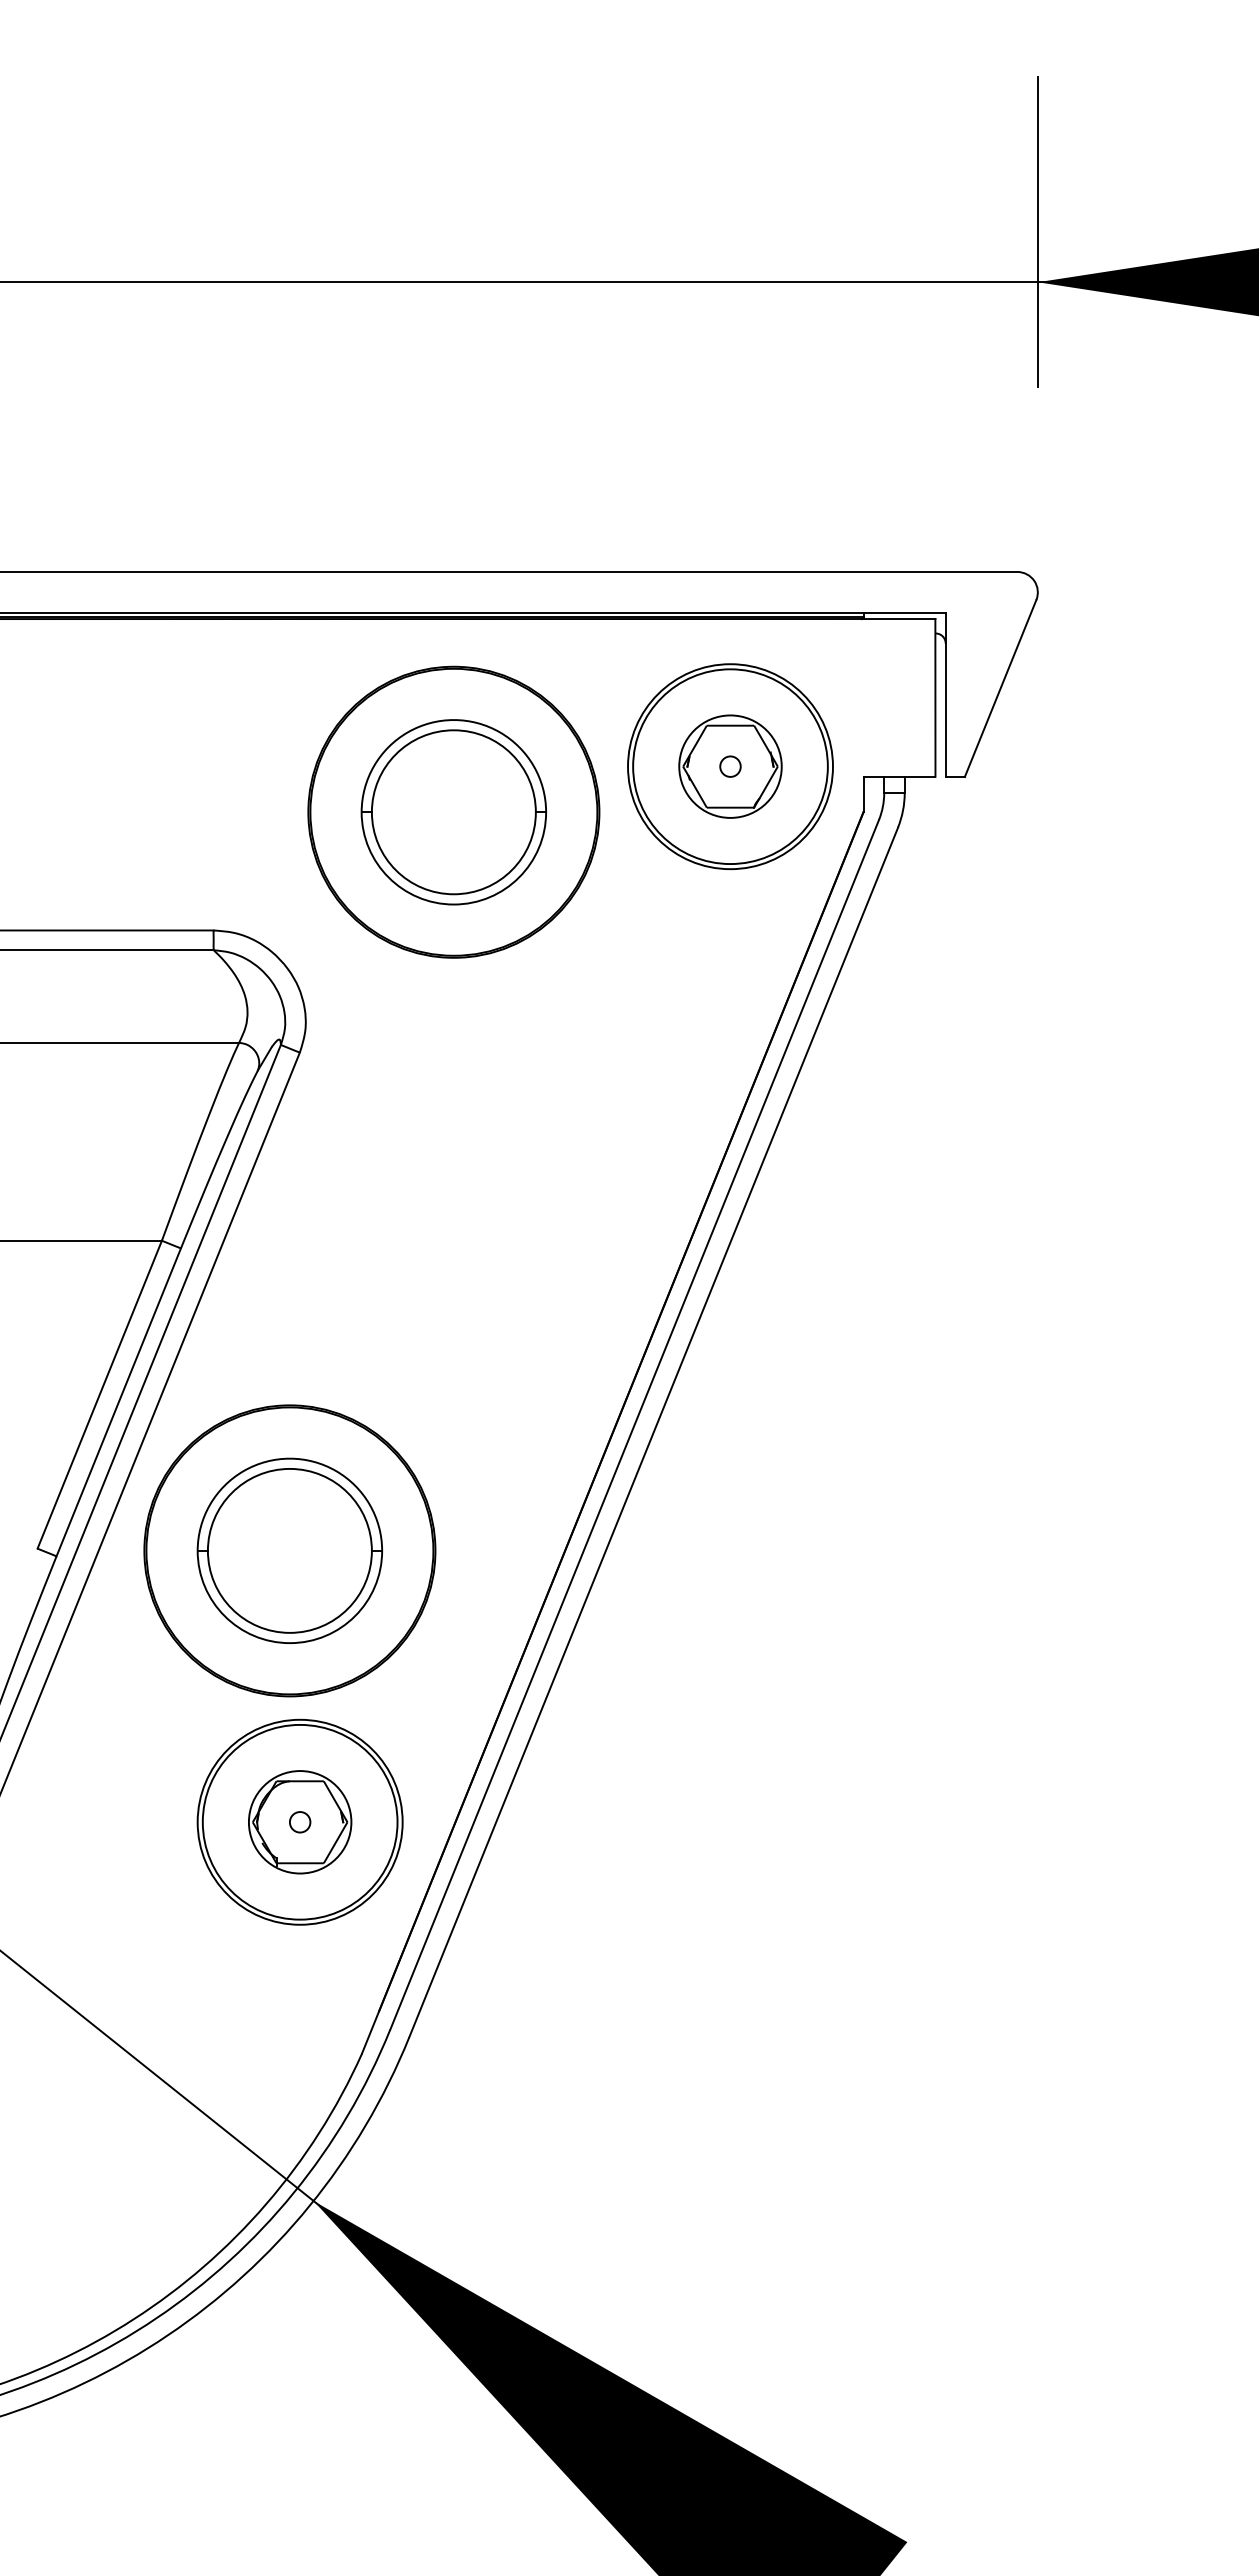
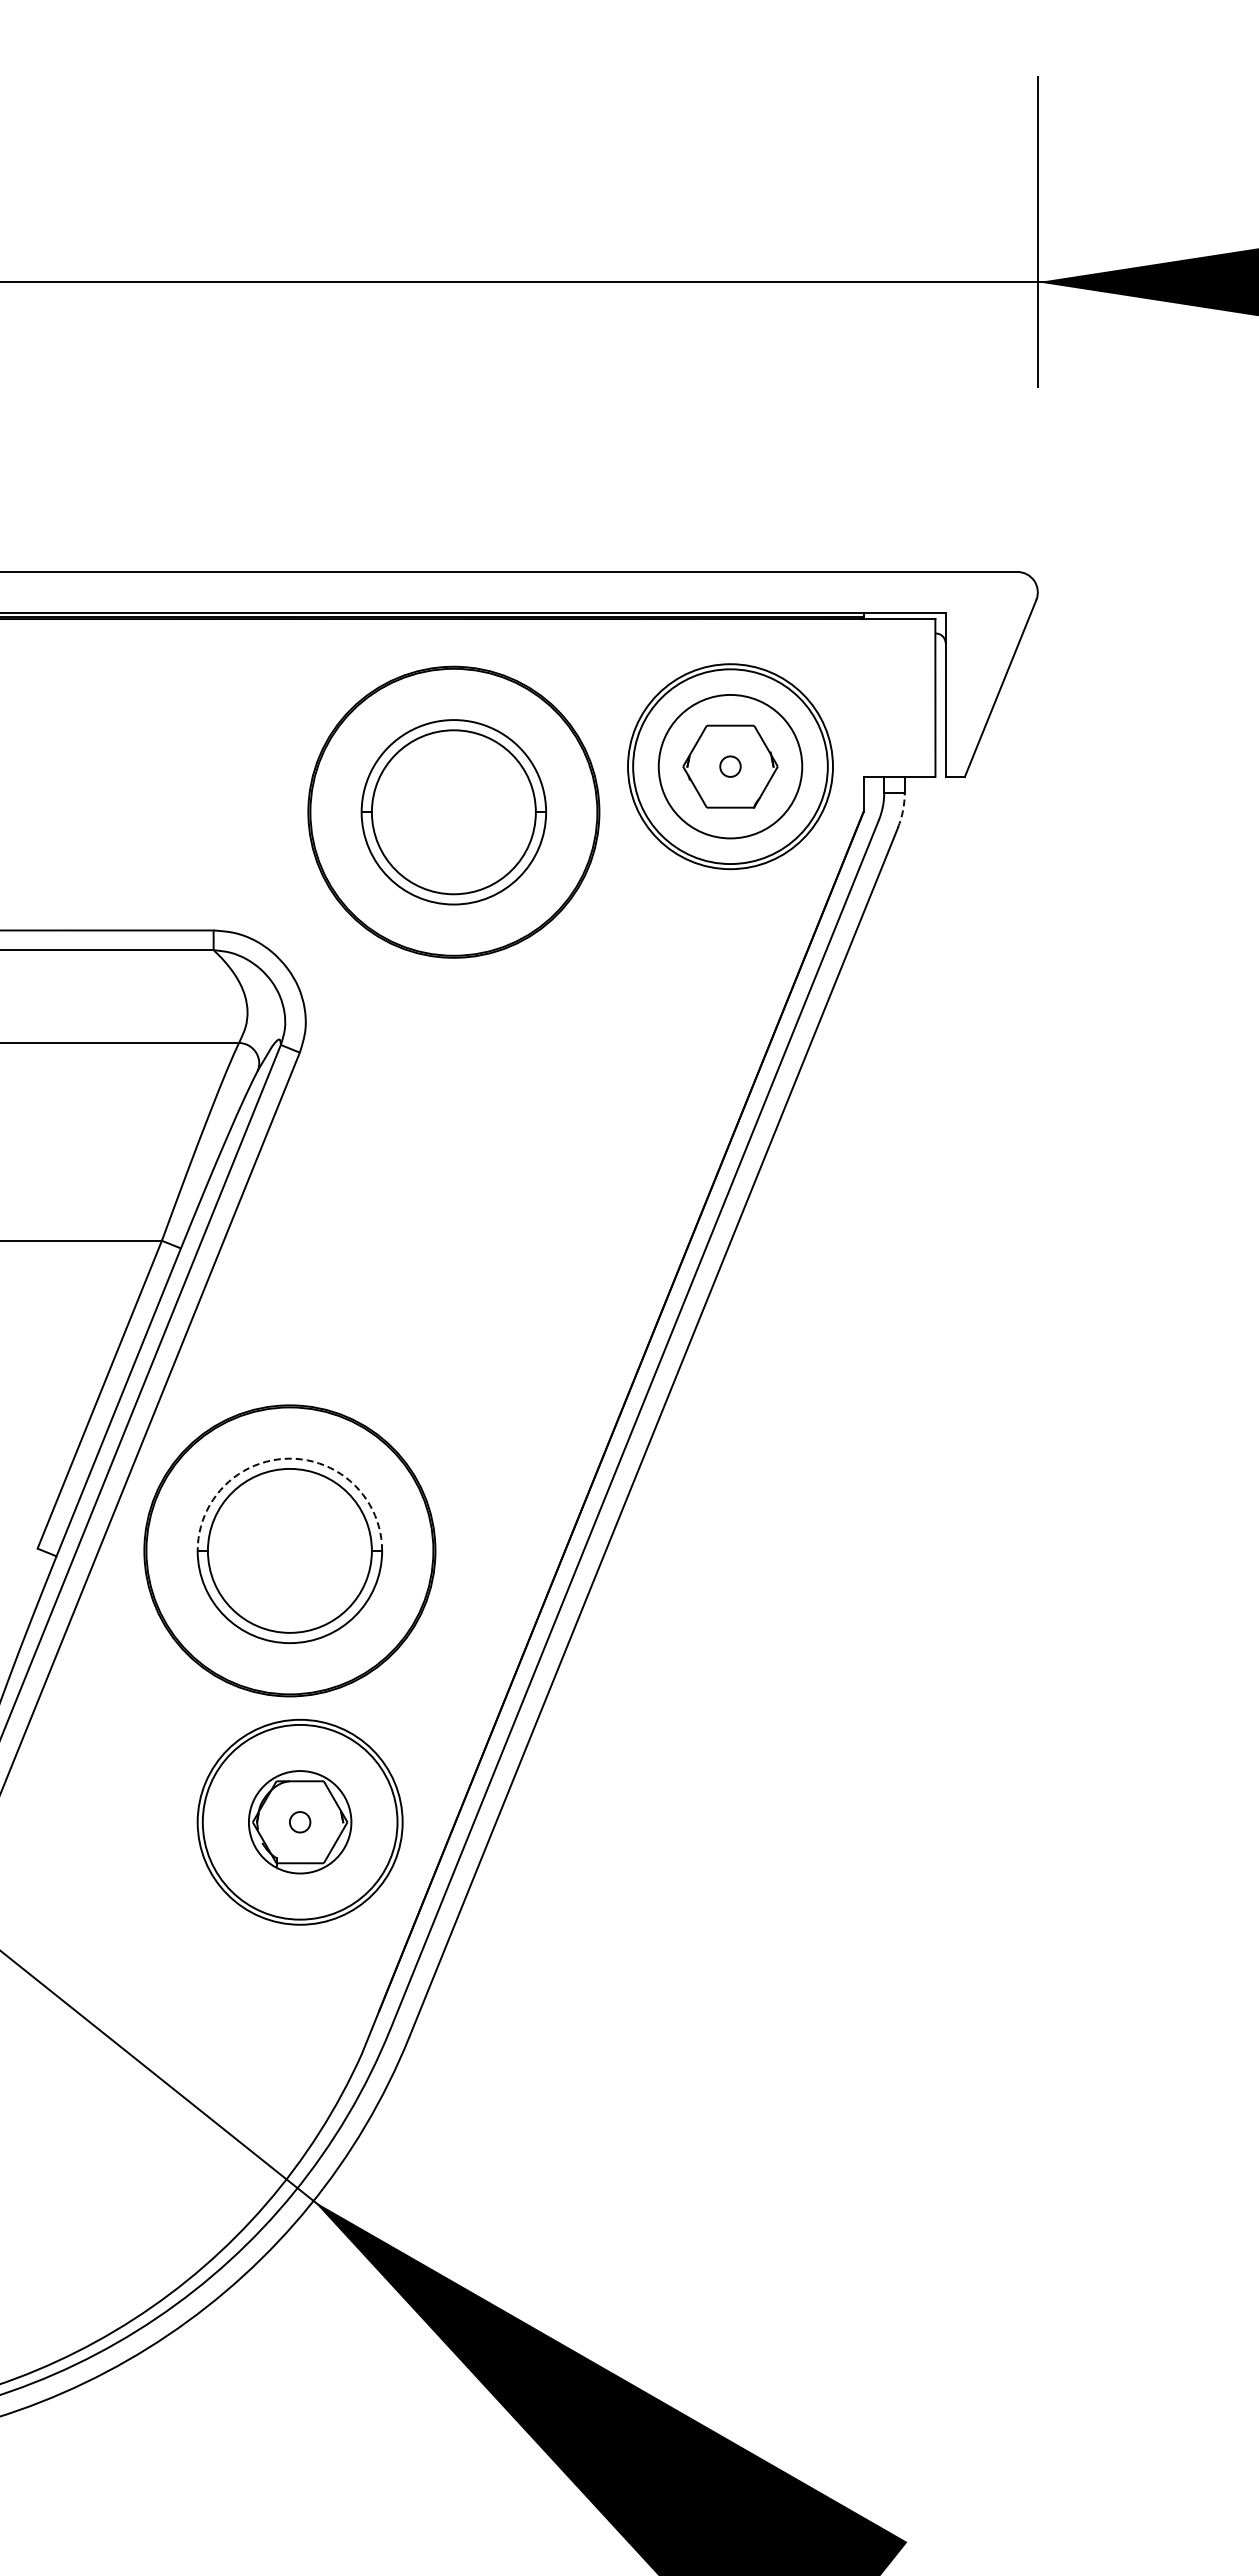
circle at (730, 766) diameter: 102 px -> 143 px
arc at (903, 810): solid -> dashed
arc at (289, 1458): solid -> dashed
